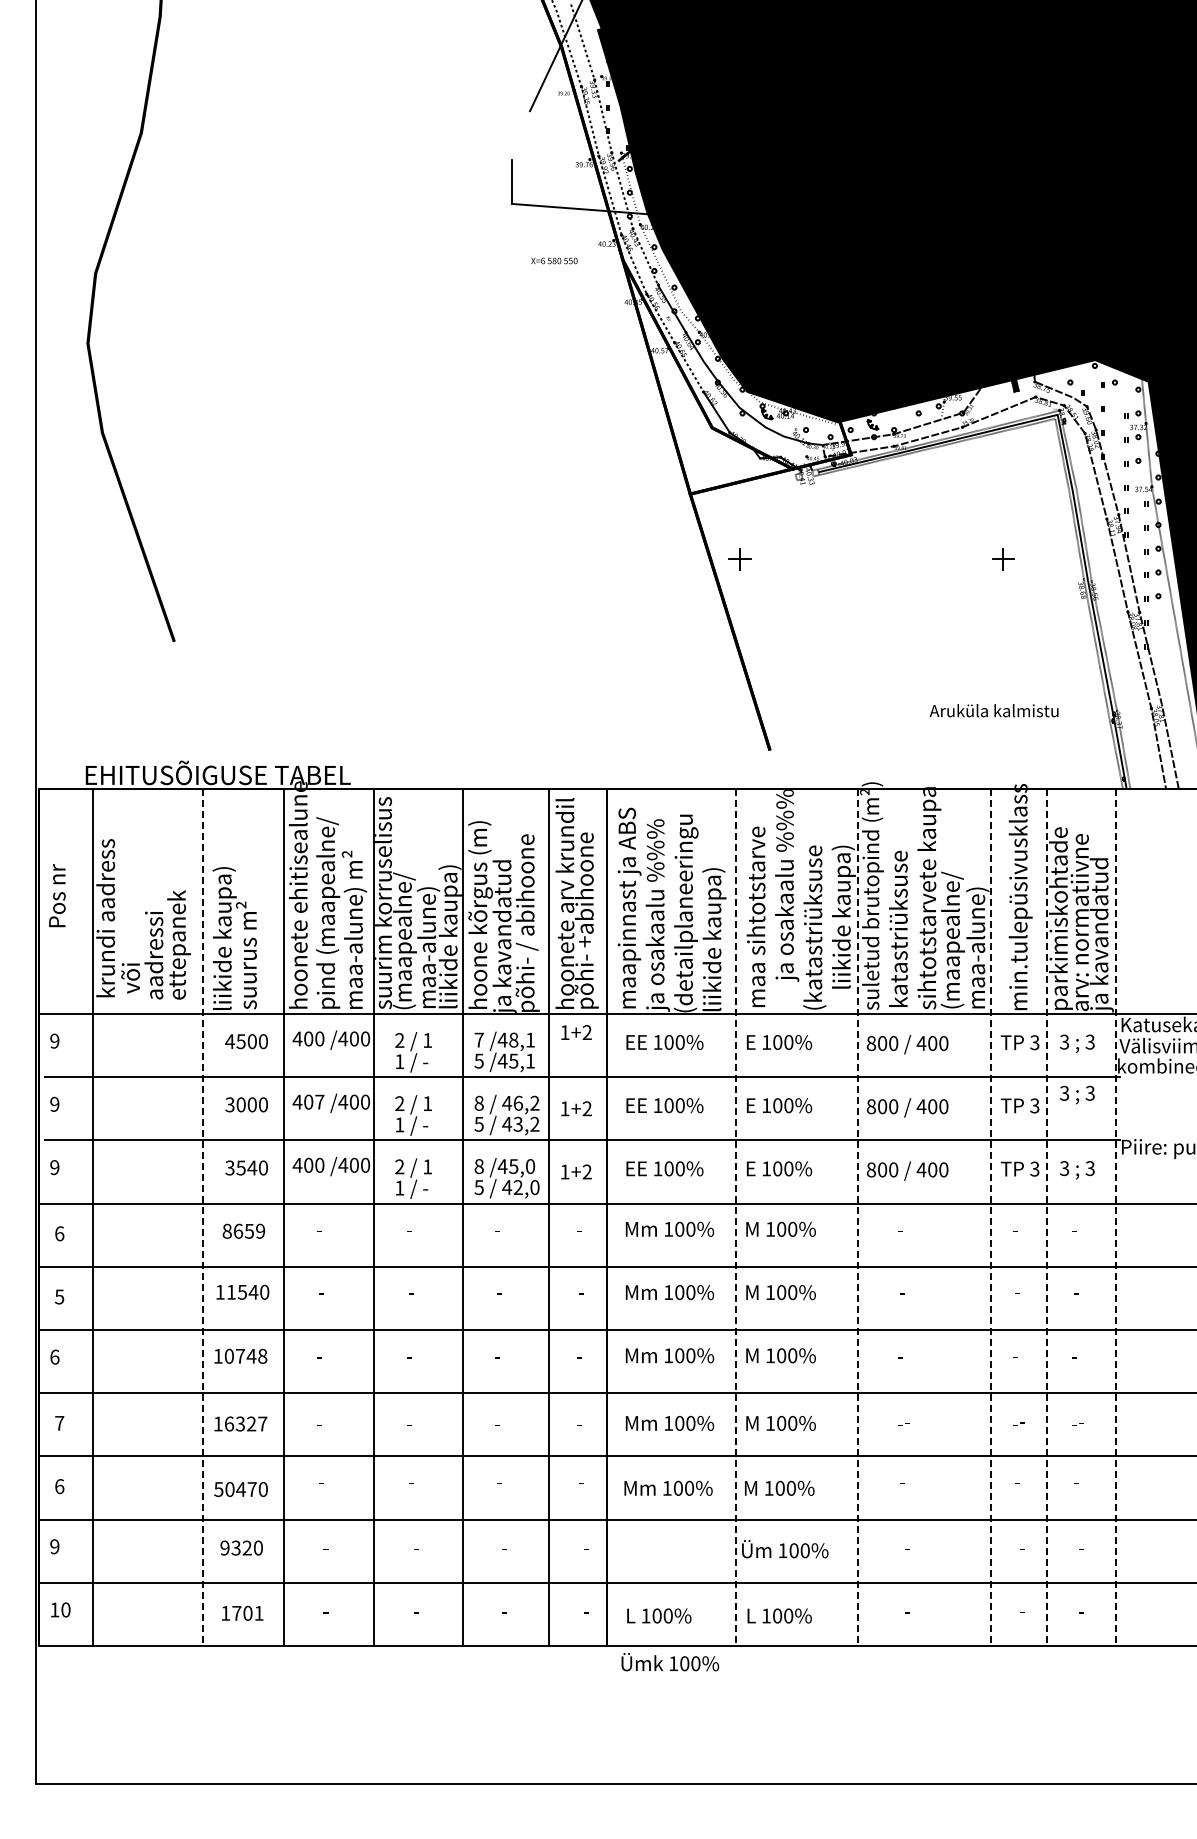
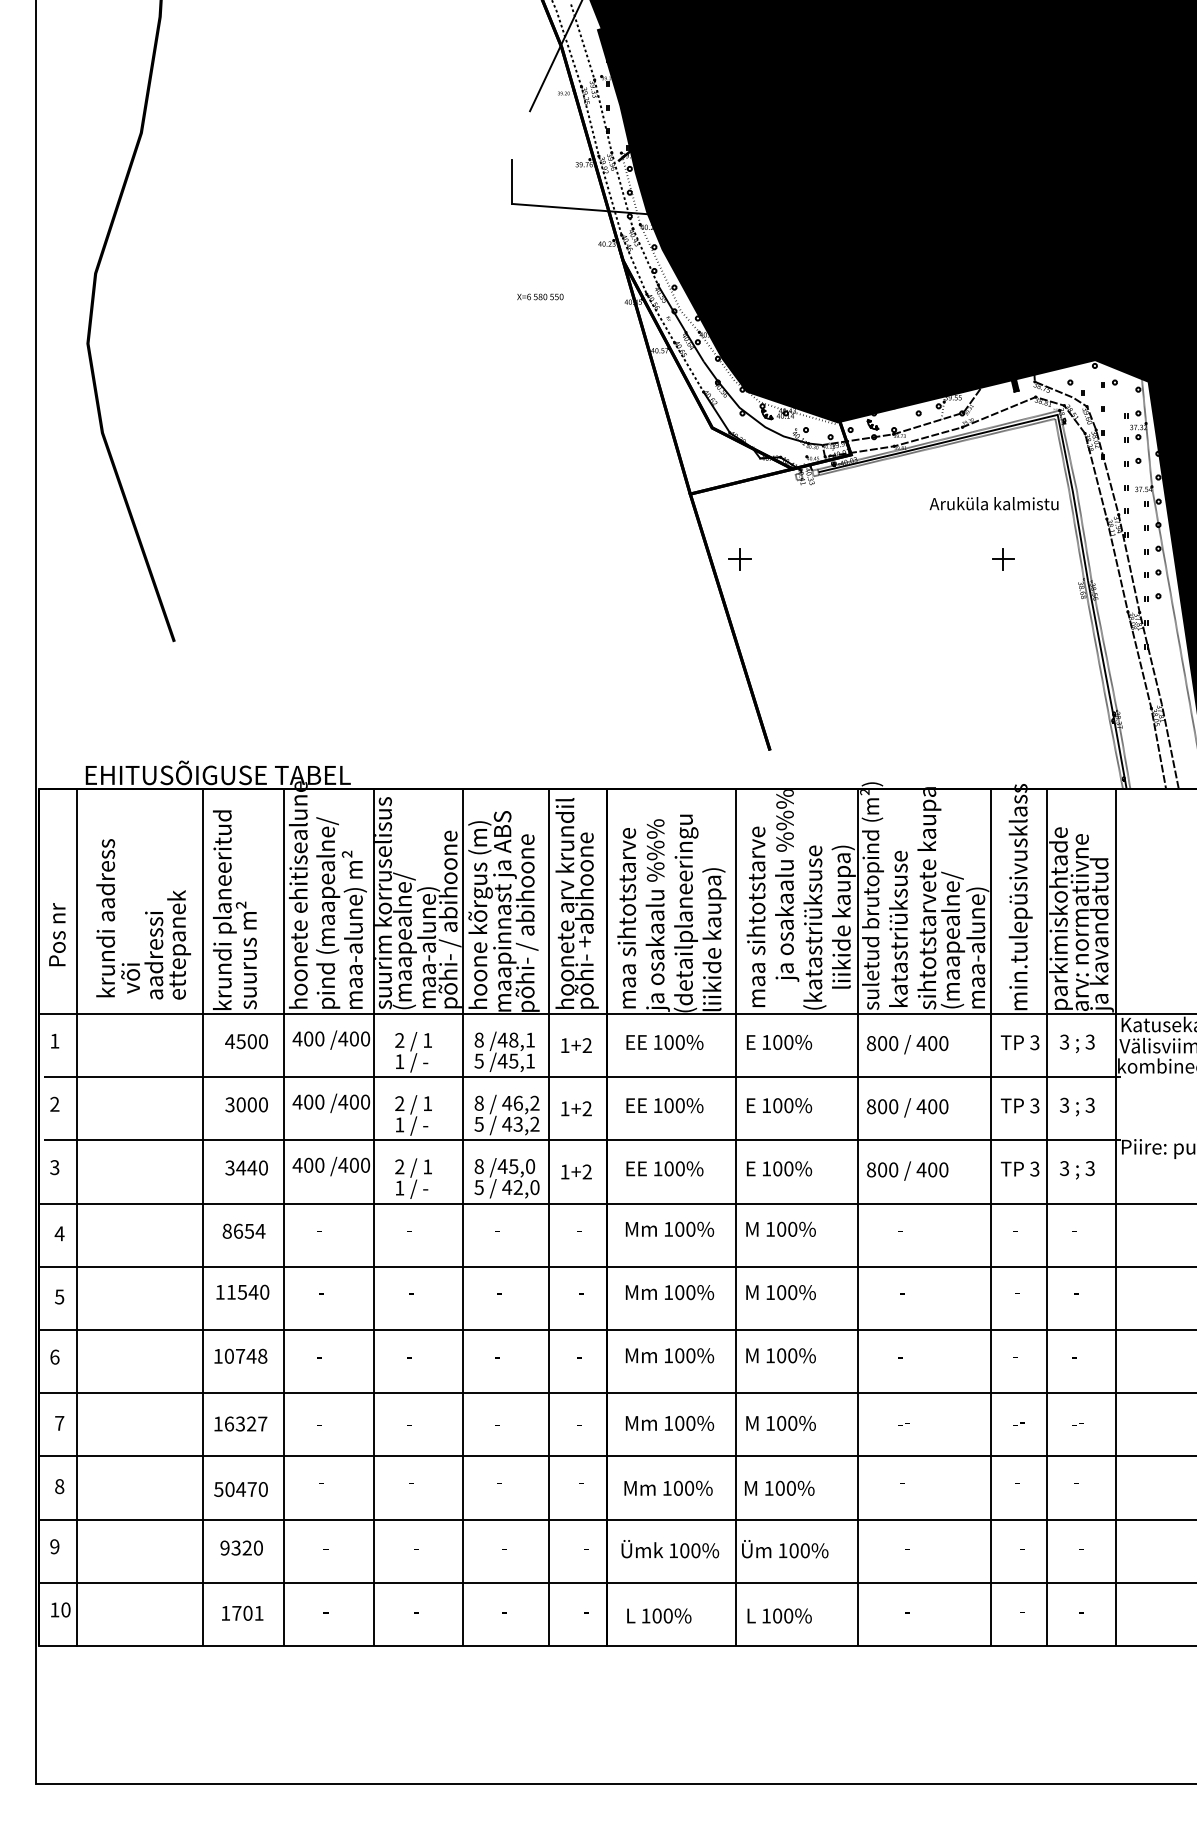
text at (554, 260) position: (554, 260) -> (540, 296)
text at (993, 710) position: (993, 710) -> (993, 503)
text at (629, 883): maapinnast ja ABS -> maa sihtotstarve
text at (57, 895) position: (57, 895) -> (57, 934)
text at (224, 909): liikide kaupa) -> krundi planeeritud
text at (504, 911): ja kavandatud -> maapinnast ja ABS
text at (449, 919): liikide kaupa) -> põhi- / abihoone
text at (576, 1032) position: (576, 1032) -> (576, 1045)
text at (478, 1039): 7 -> 8
text at (54, 1040): 9 -> 1
text at (1077, 1094) position: (1077, 1094) -> (1077, 1106)
text at (319, 1101): 407 -> 400
text at (54, 1104): 9 -> 2
text at (54, 1167): 9 -> 3
text at (241, 1167): 3540 -> 3440
line at (93, 1216) position: (93, 1216) -> (77, 1216)
line at (203, 1217): dashed -> solid
line at (735, 1217): dashed -> solid
line at (858, 1217): dashed -> solid
line at (991, 1217): dashed -> solid
line at (1047, 1217): dashed -> solid
line at (1115, 1217): dashed -> solid
text at (260, 1230): 8659 -> 8654
text at (59, 1233): 6 -> 4
text at (59, 1486): 6 -> 8
text at (670, 1662) position: (670, 1662) -> (670, 1549)
